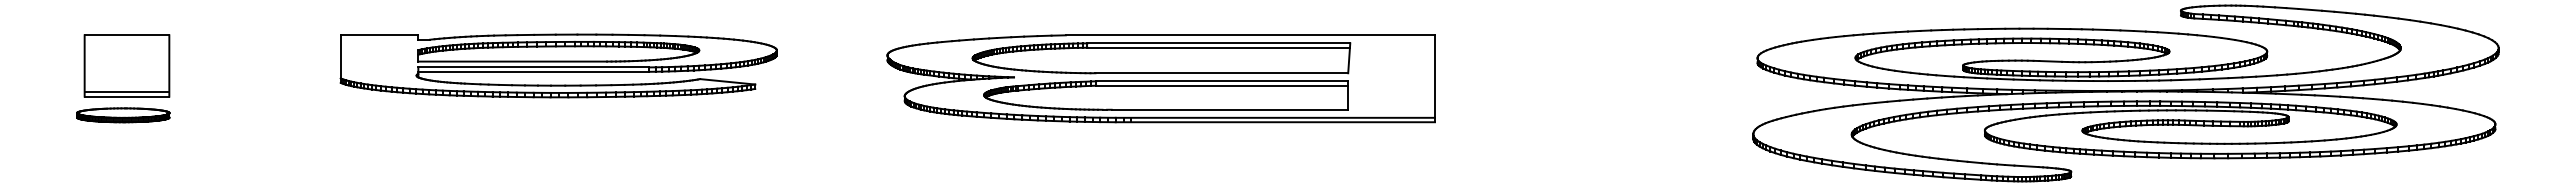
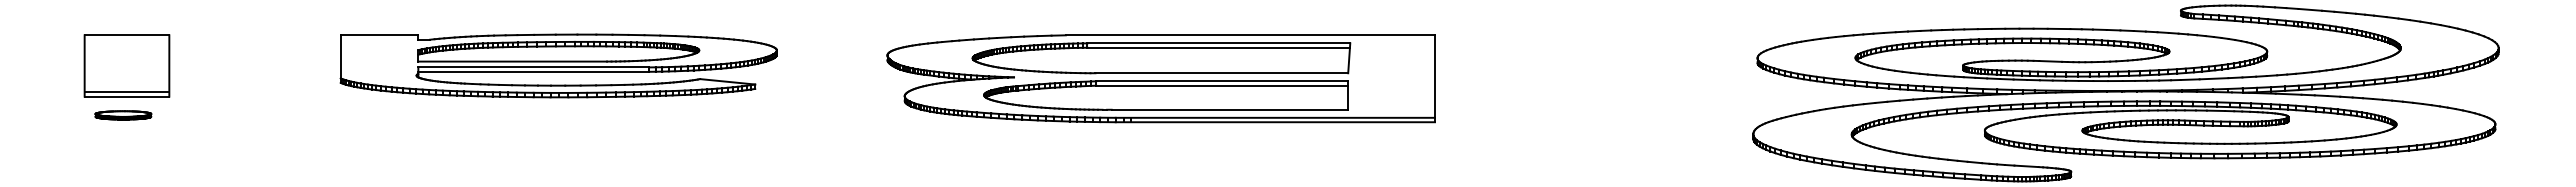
part at (123, 115) size: 95x17 px -> 59x11 px
